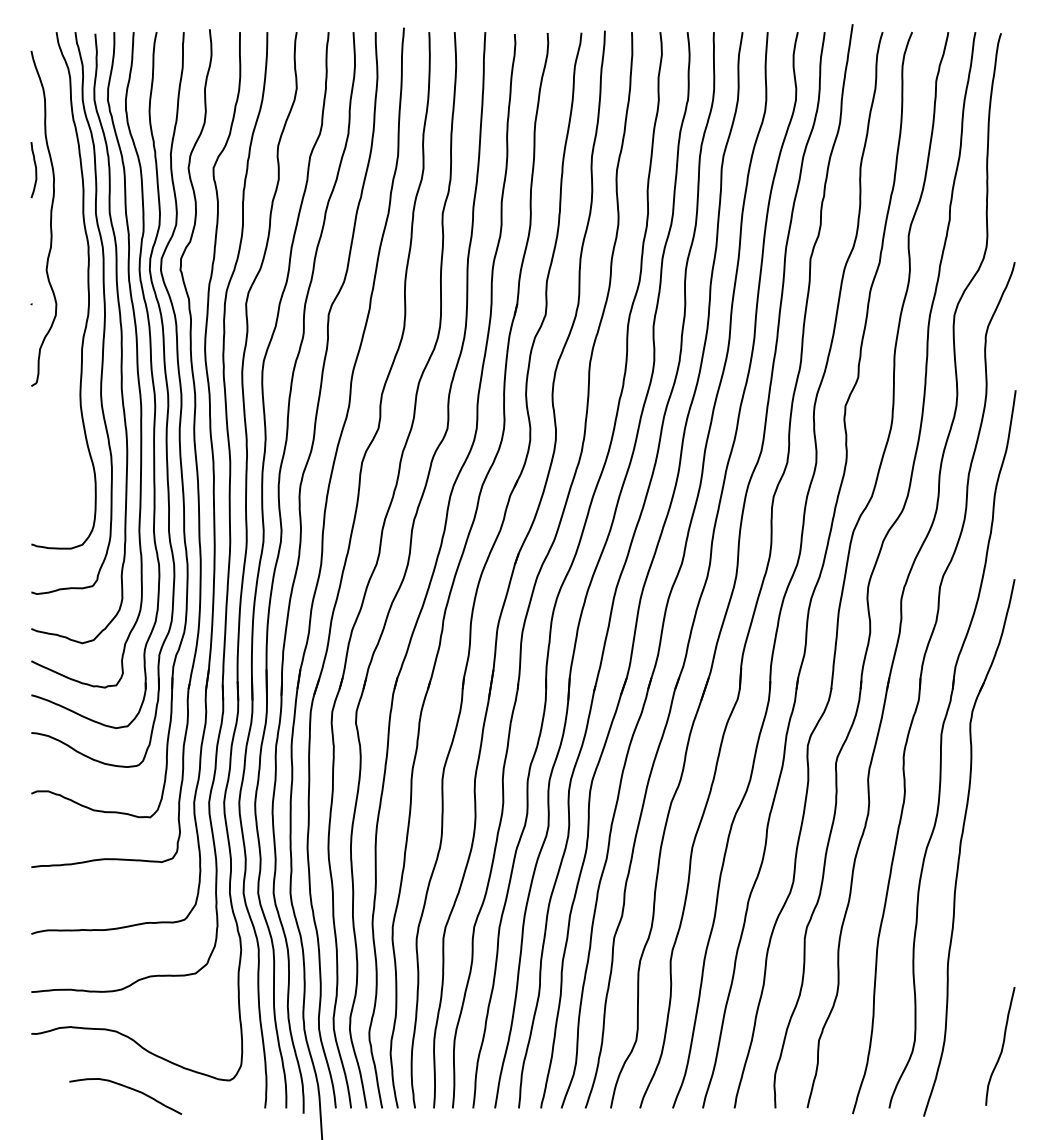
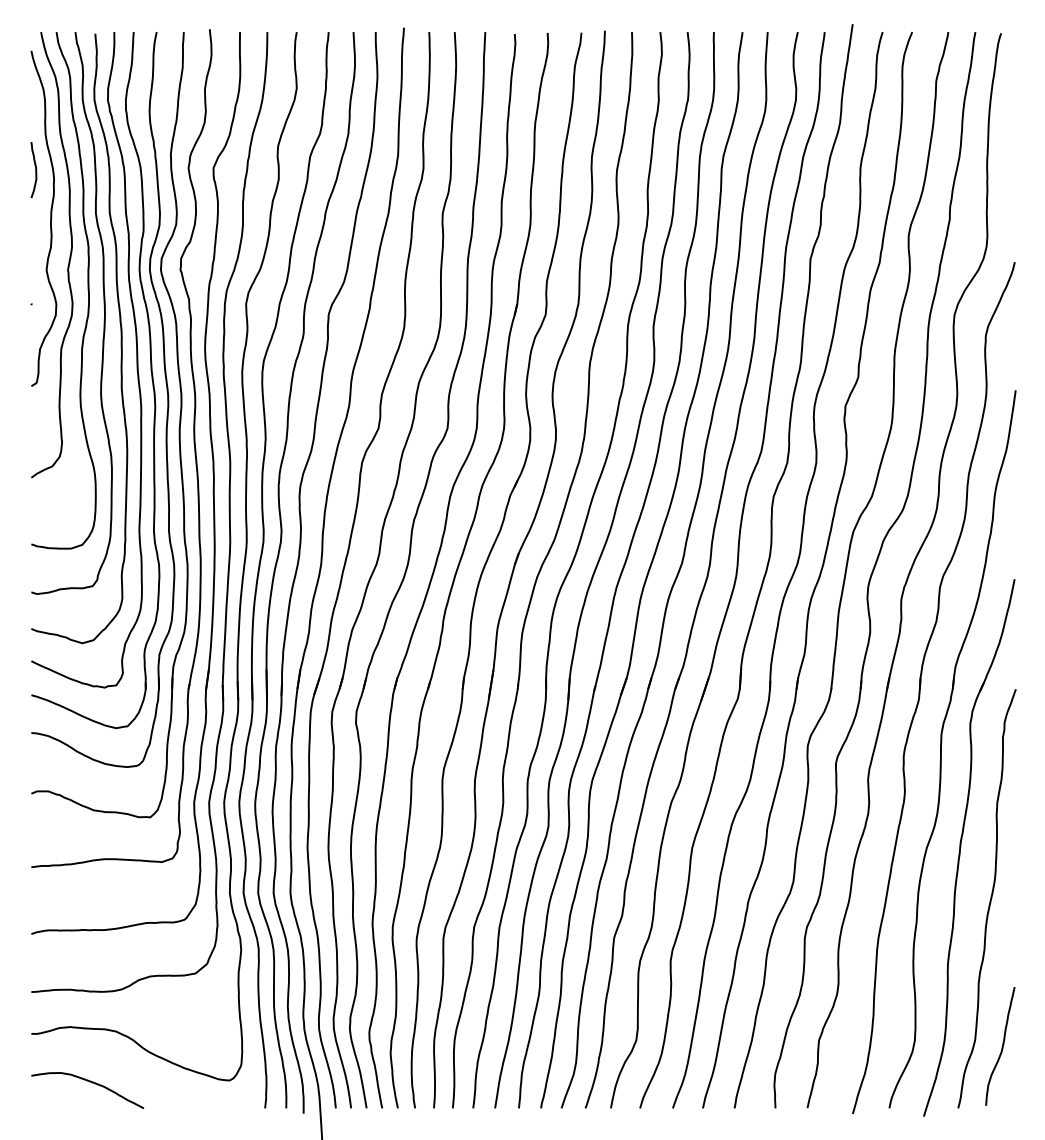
curve at (68, 260): none -> present
curve at (989, 900): none -> present
curve at (127, 1088) position: (127, 1088) -> (89, 1082)
